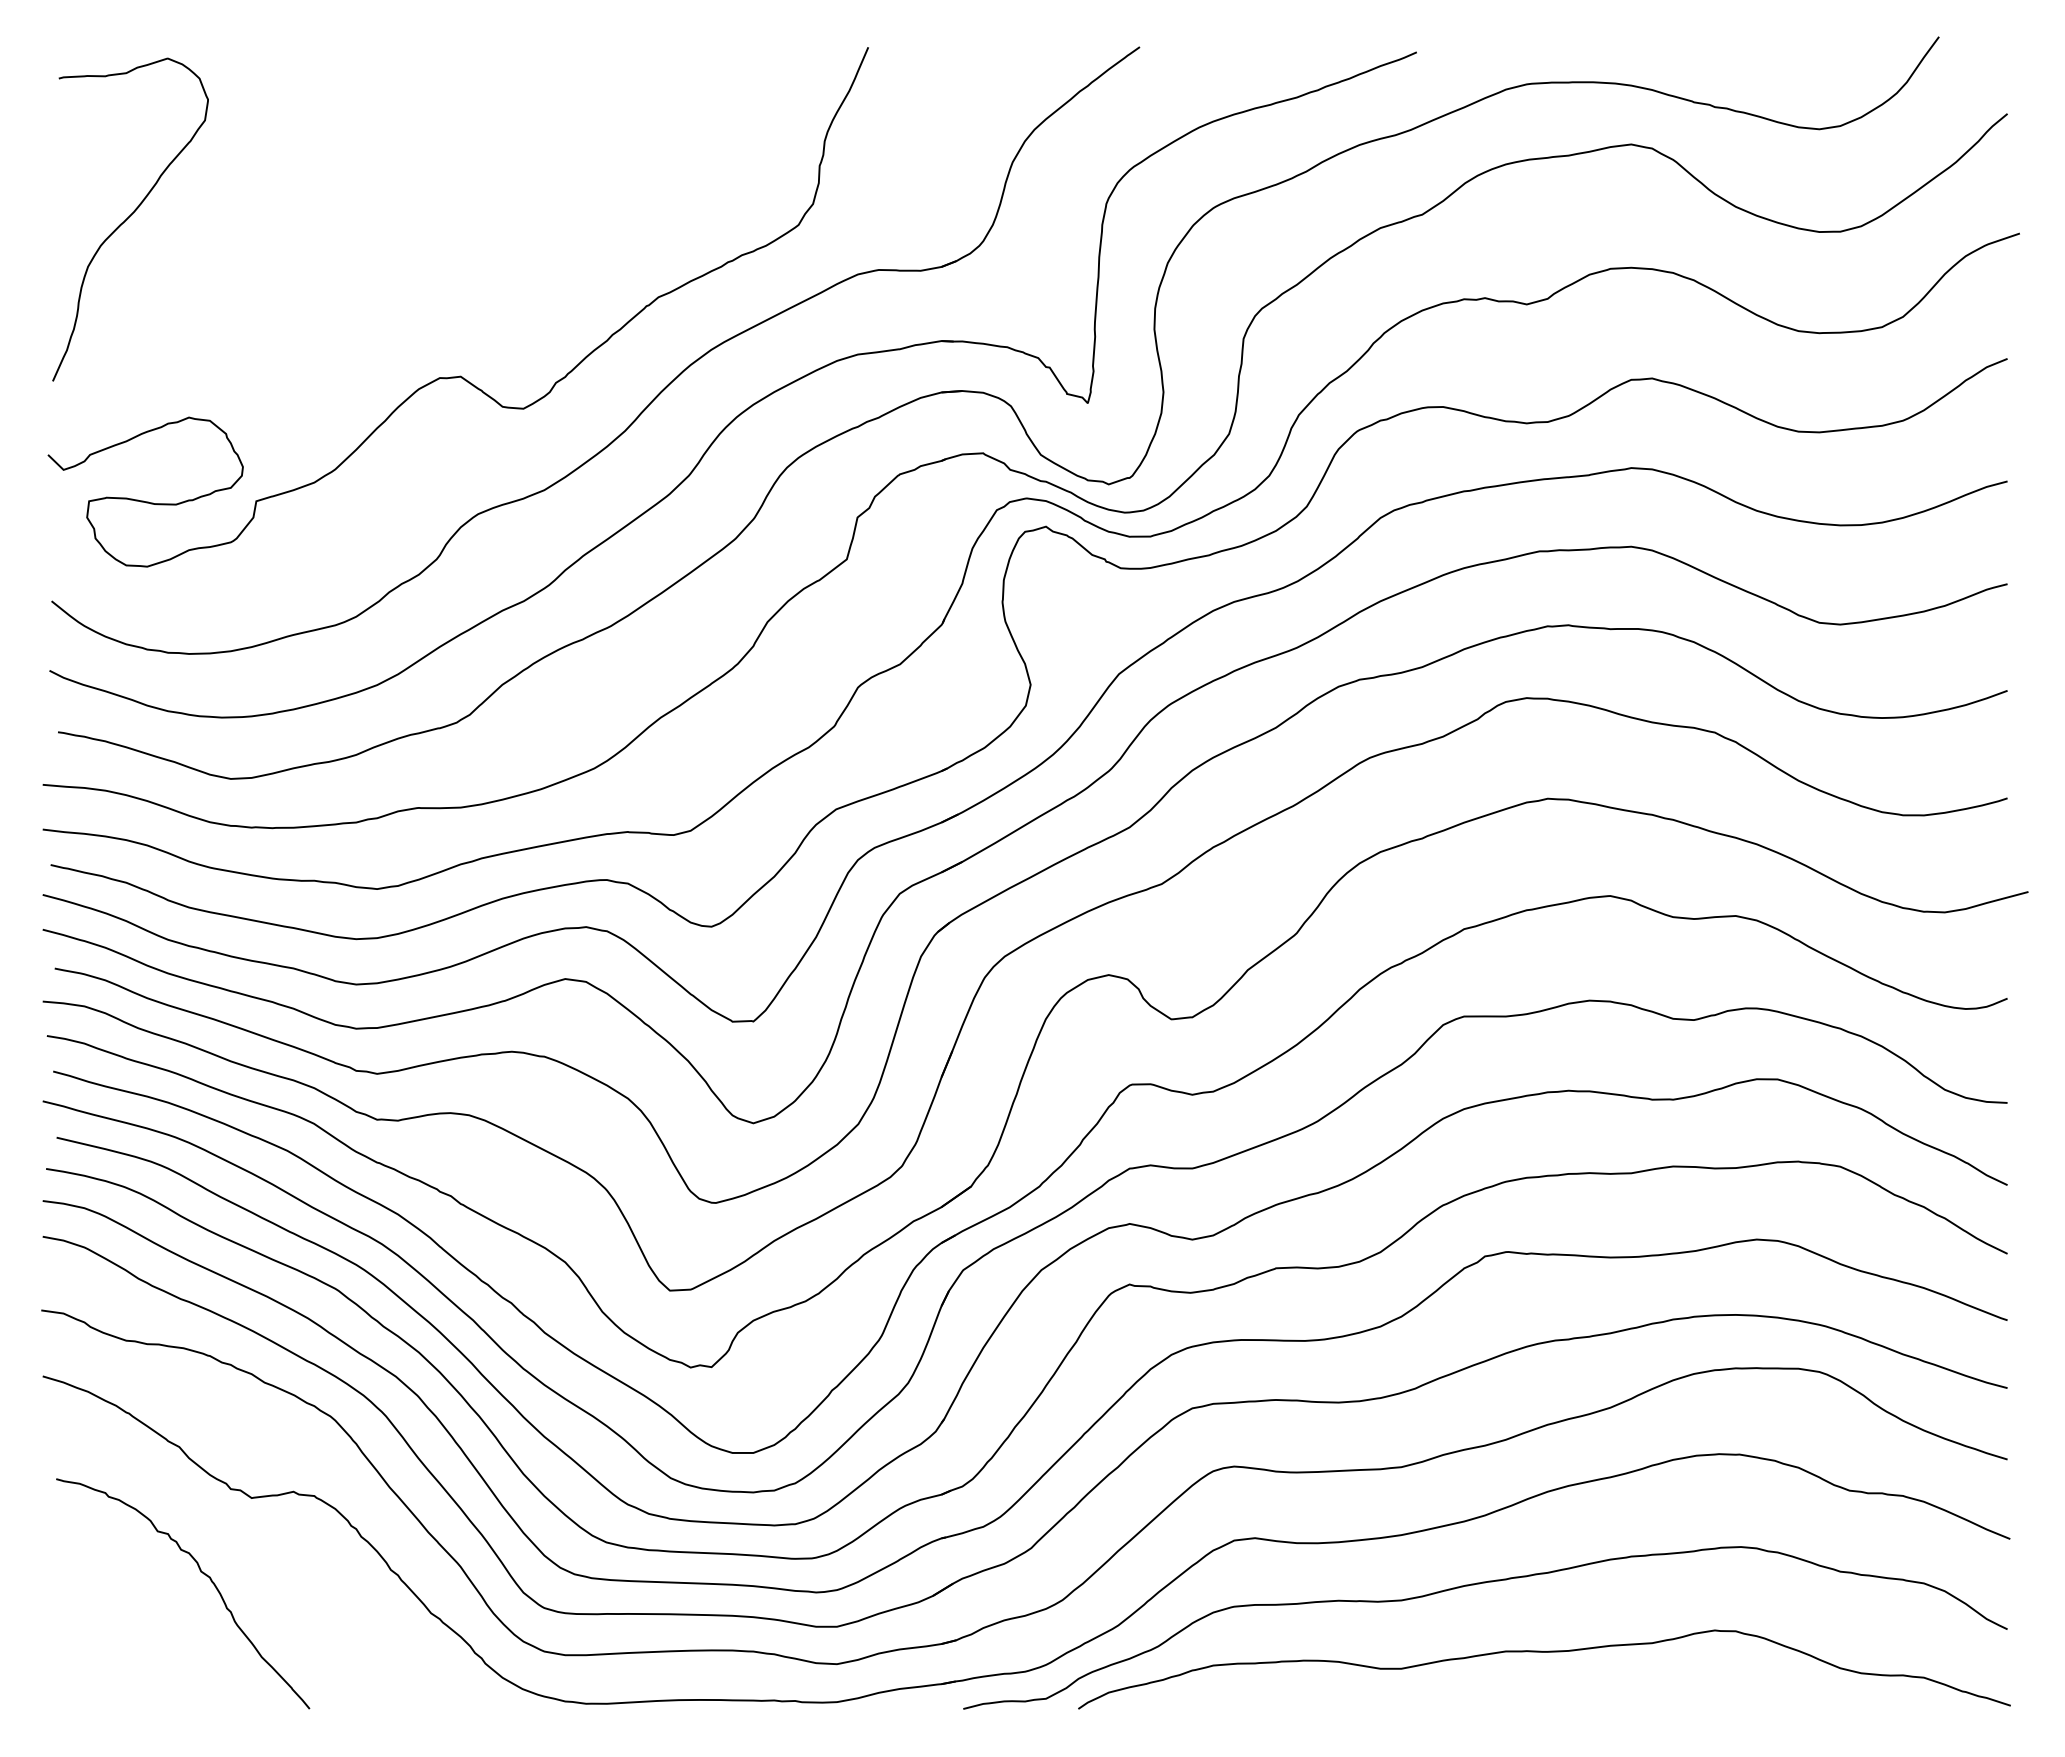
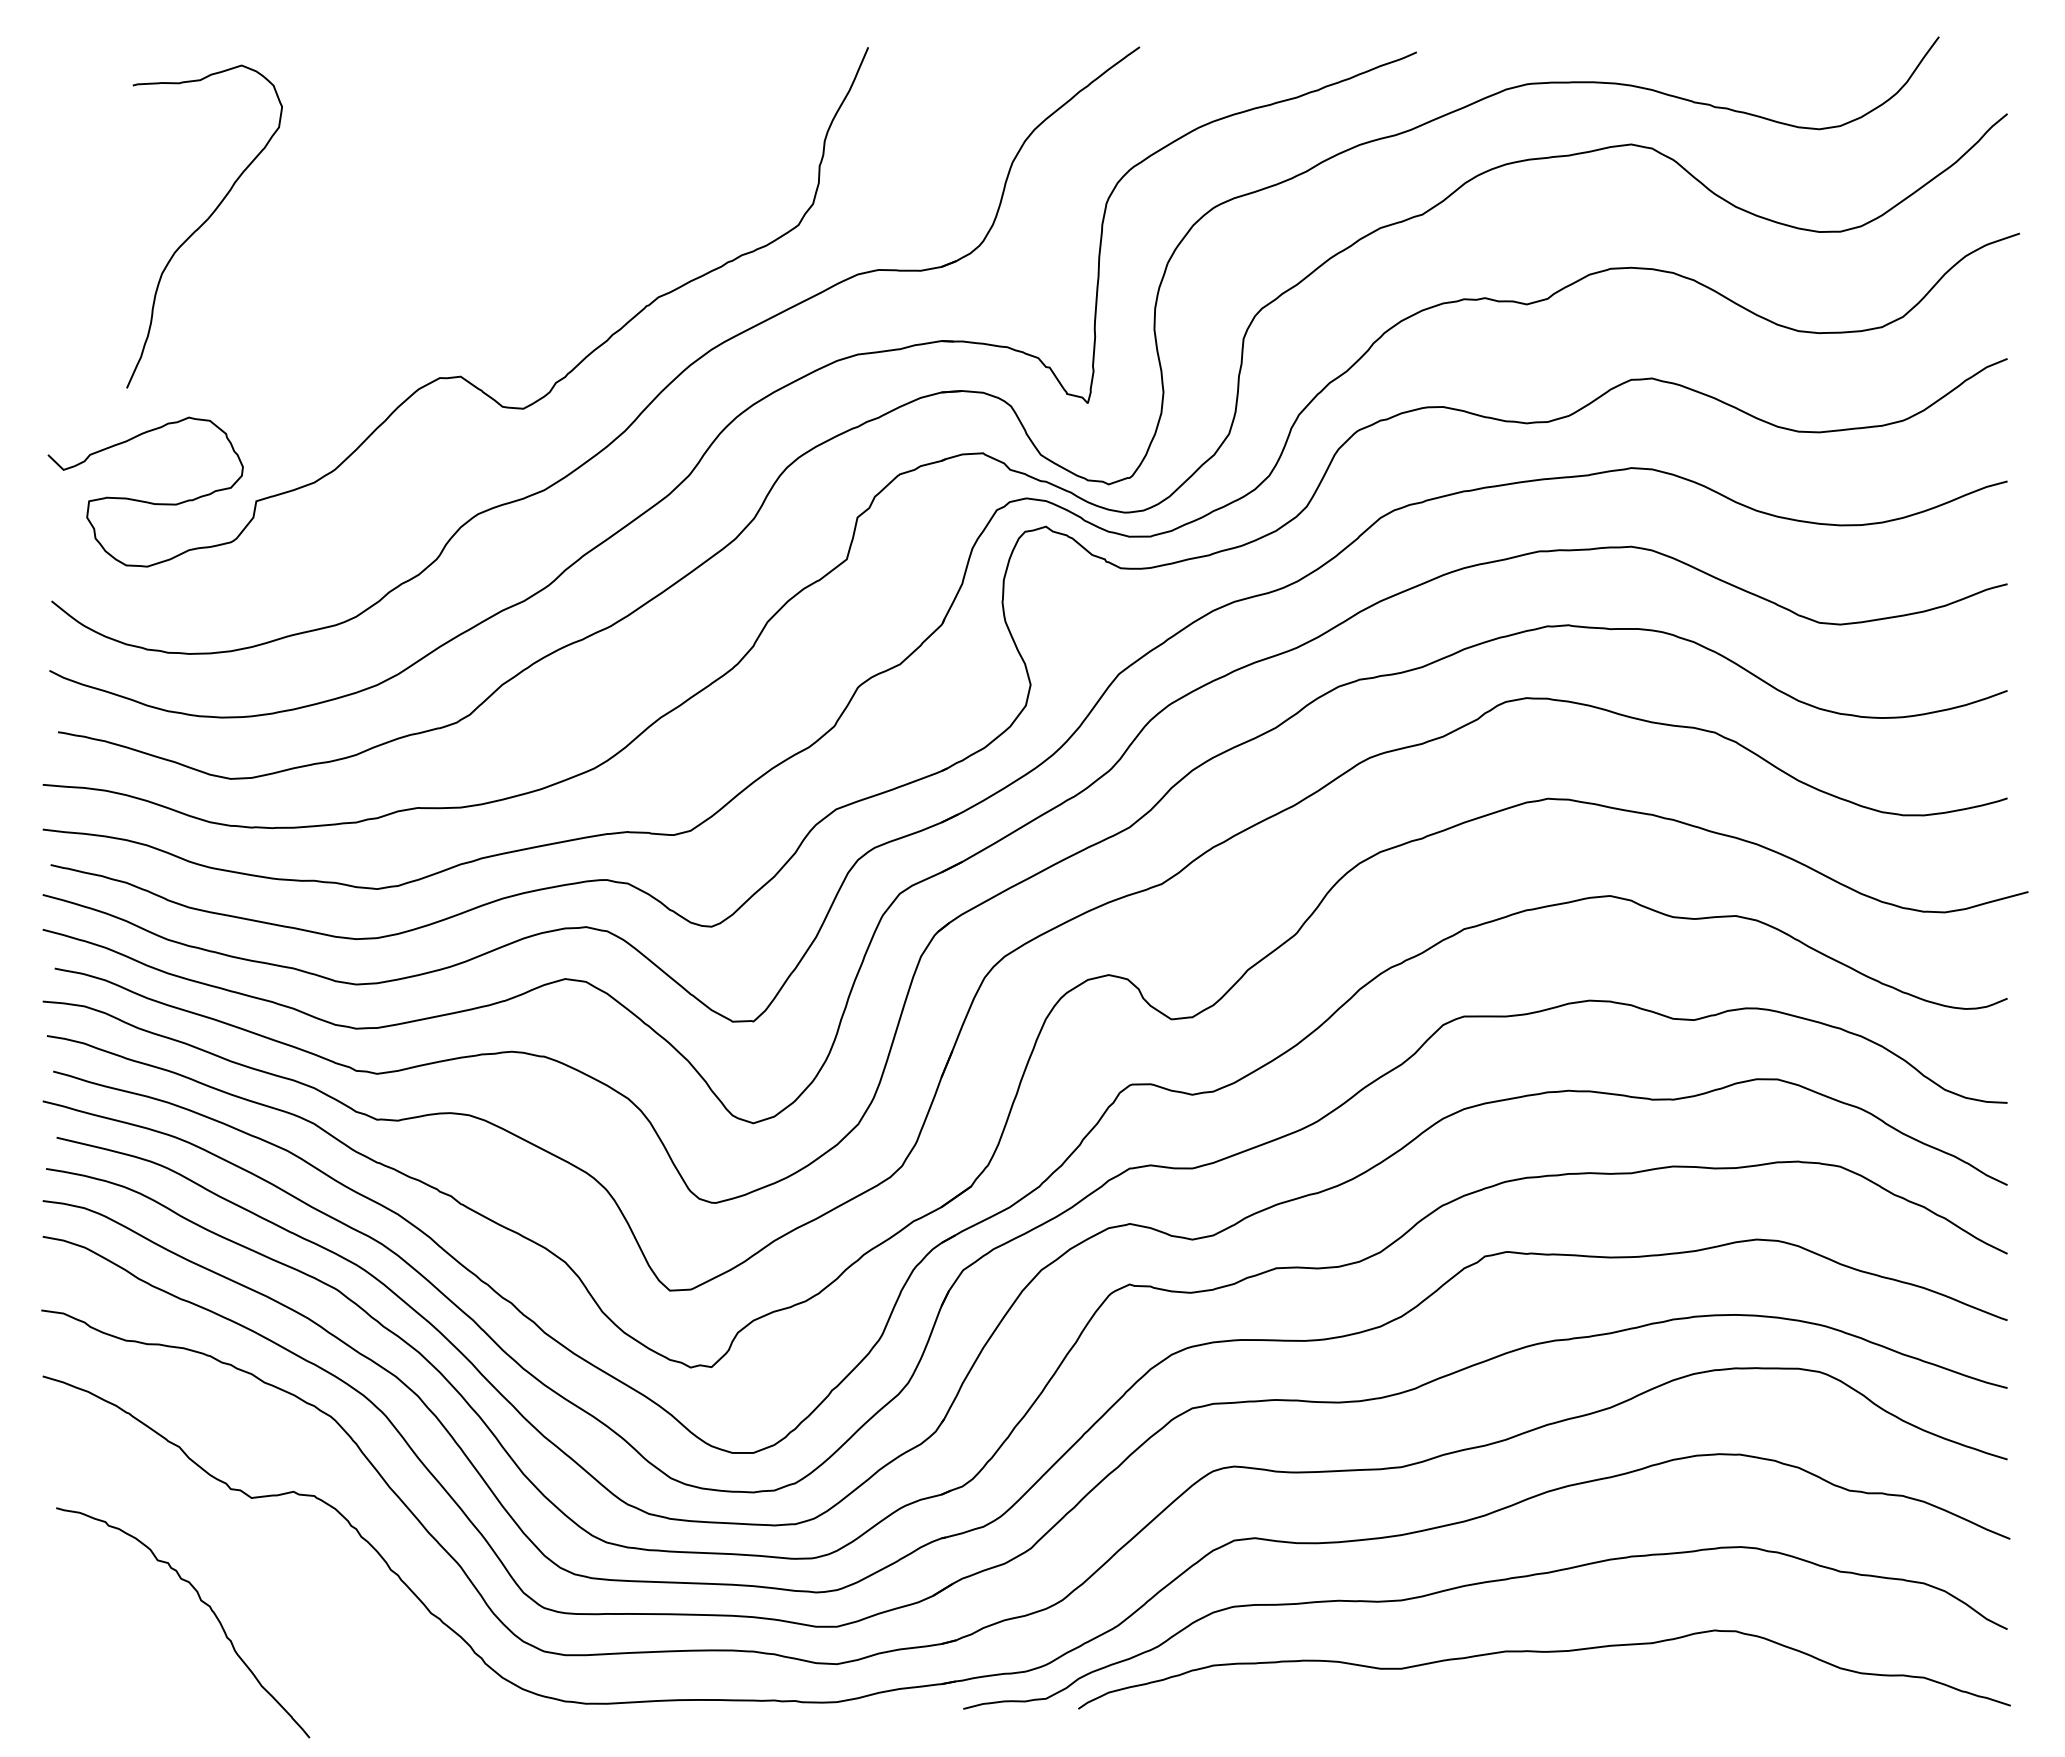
curve at (129, 217) position: (129, 217) -> (203, 224)
curve at (200, 1572) position: (200, 1572) -> (200, 1601)
